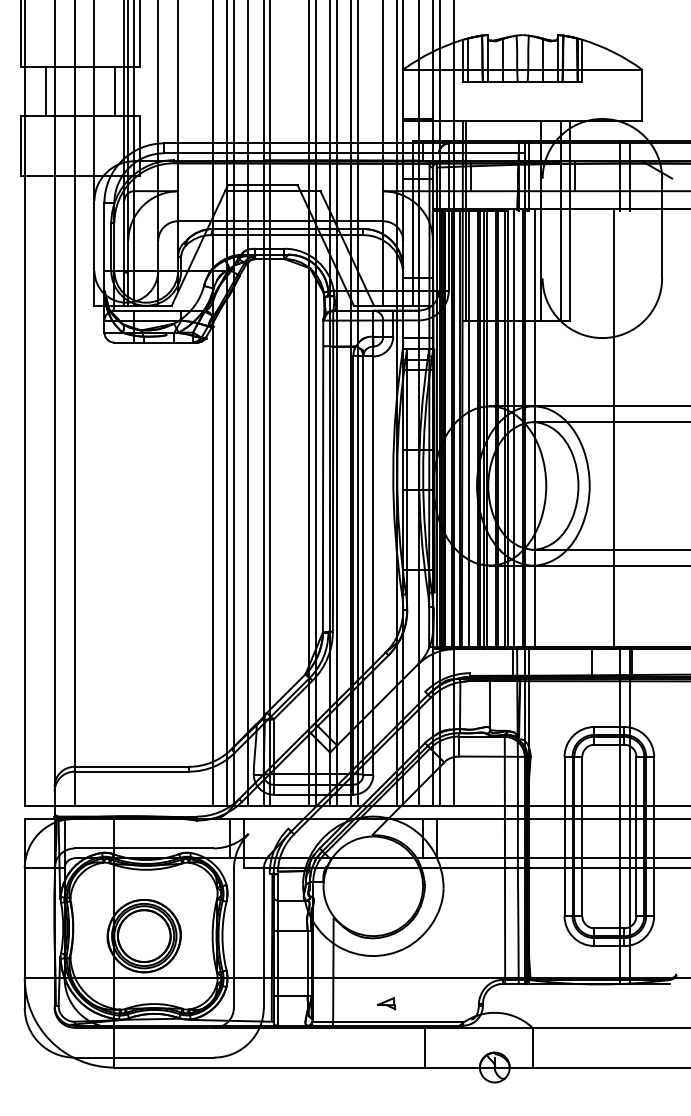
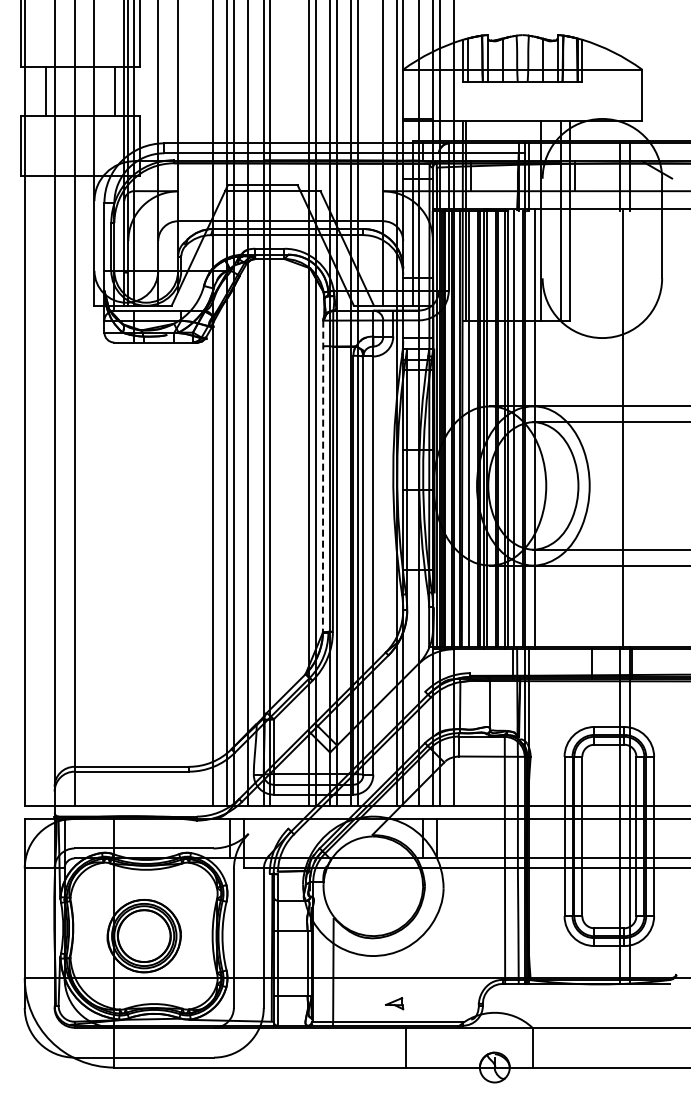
line at (613, 429) position: (613, 429) -> (622, 429)
line at (323, 476): solid -> dashed
part at (386, 1003) position: (386, 1003) -> (394, 1003)
line at (425, 1047) position: (425, 1047) -> (406, 1047)
